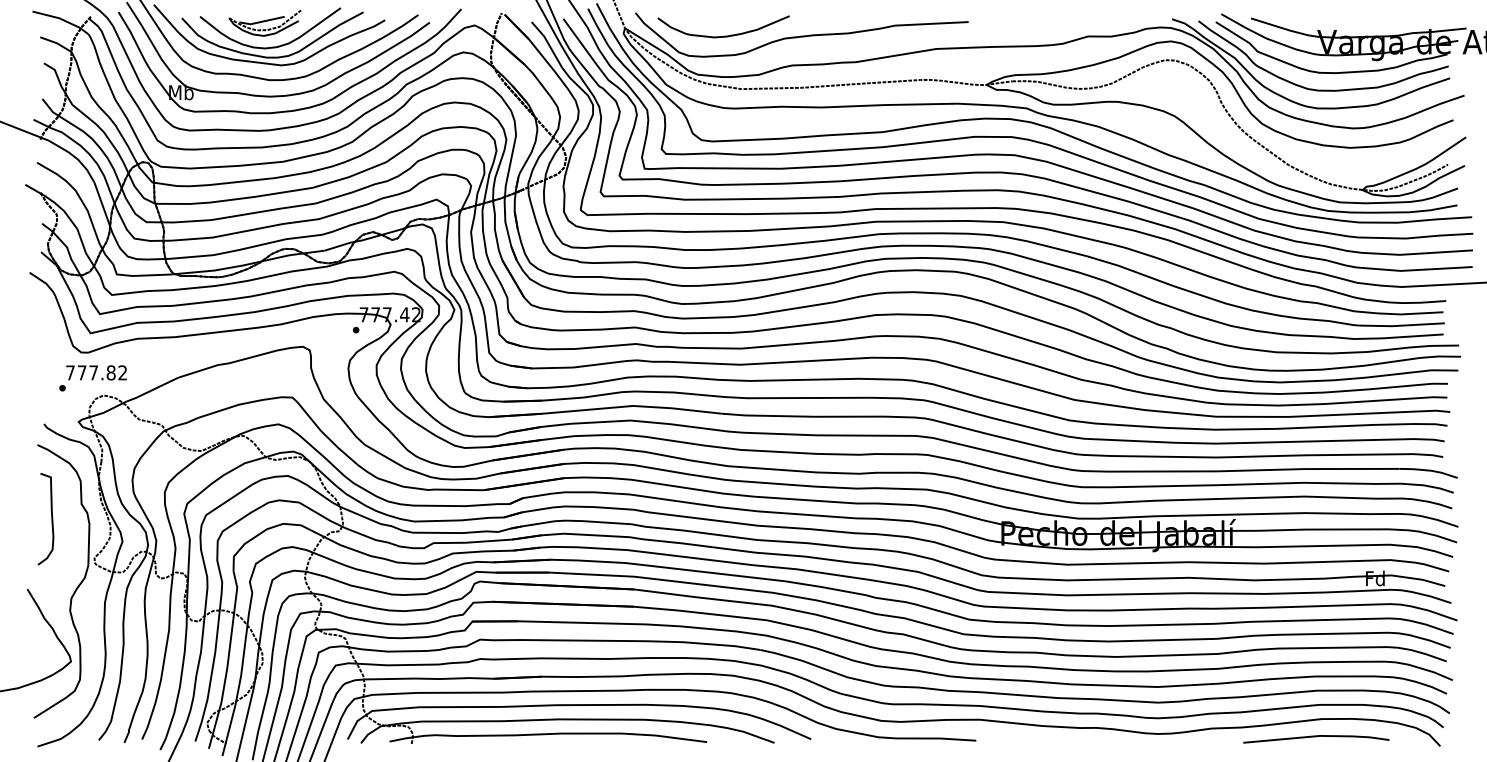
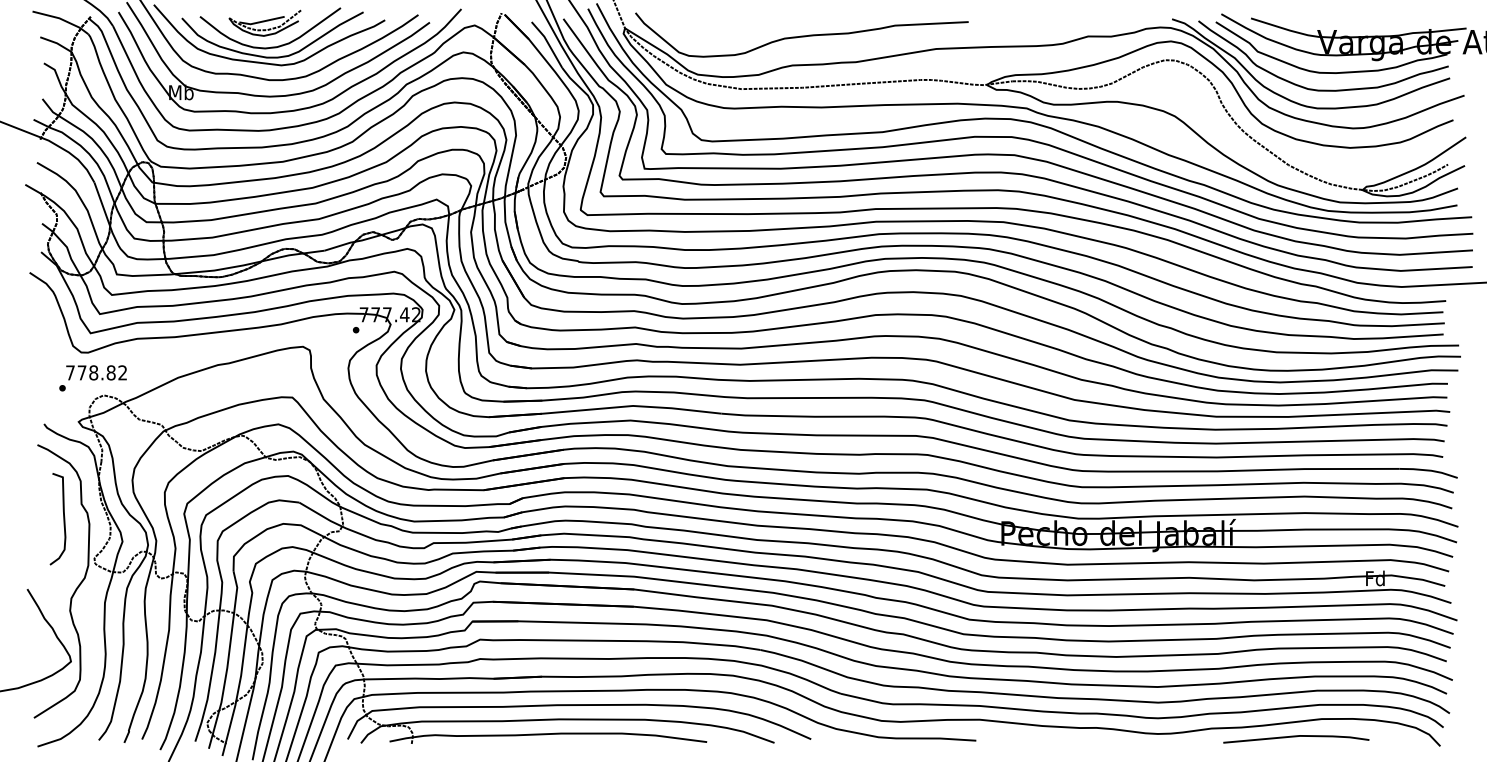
curve at (723, 35): present -> none
text at (93, 372): 777.82 -> 778.82
curve at (51, 519) position: (51, 519) -> (63, 519)
line at (1316, 737) position: (1316, 737) -> (1296, 737)
